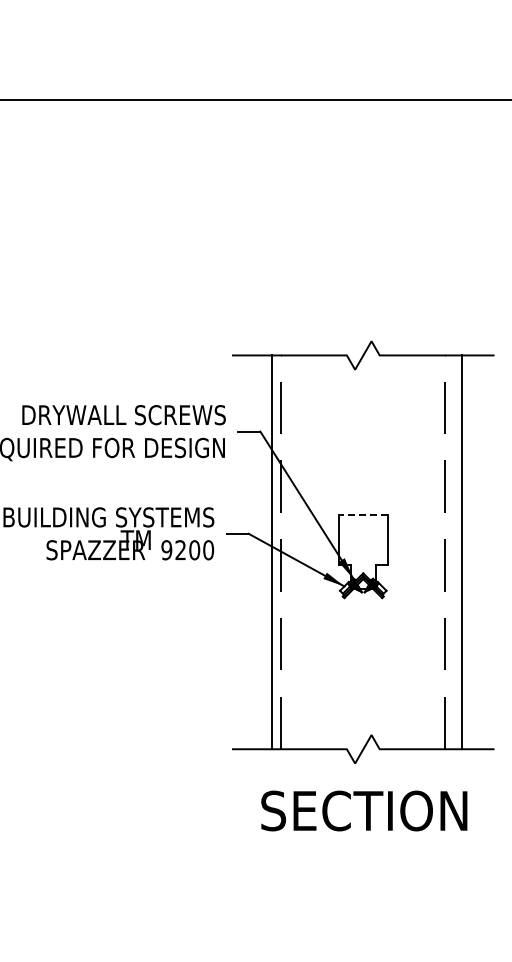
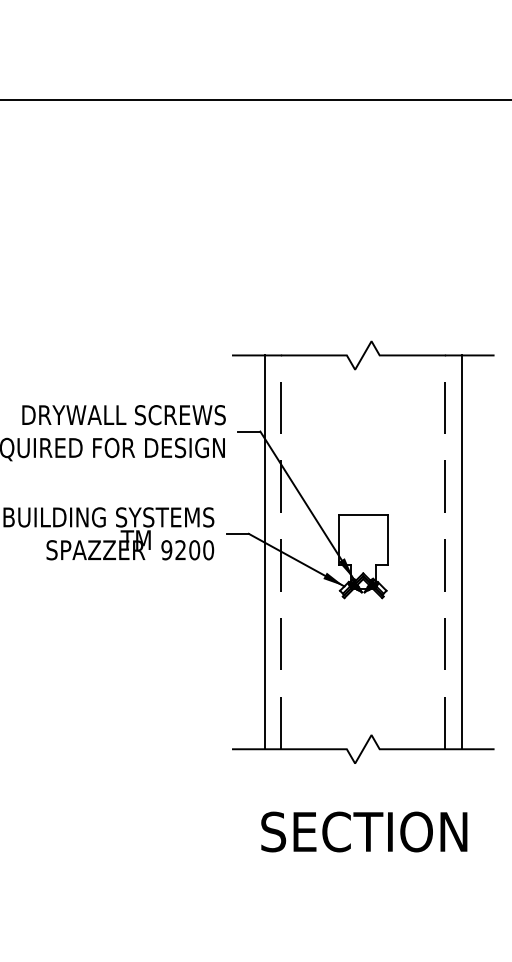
line at (363, 515): dashed -> solid
line at (271, 552) position: (271, 552) -> (264, 552)
text at (364, 810) position: (364, 810) -> (364, 831)
